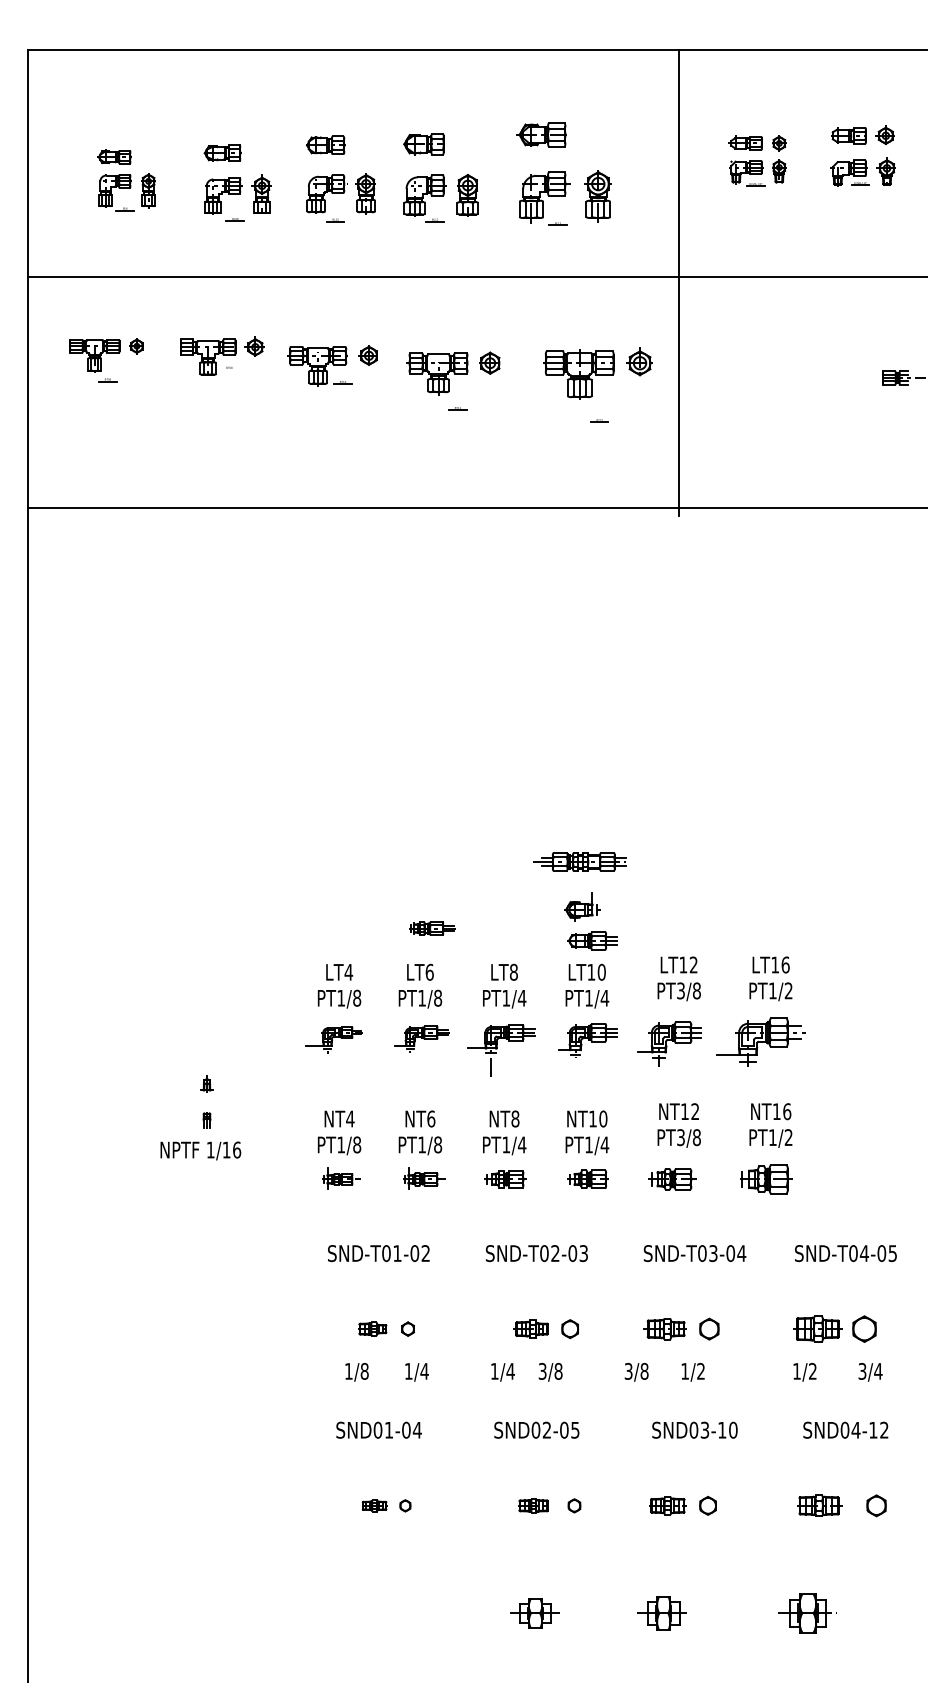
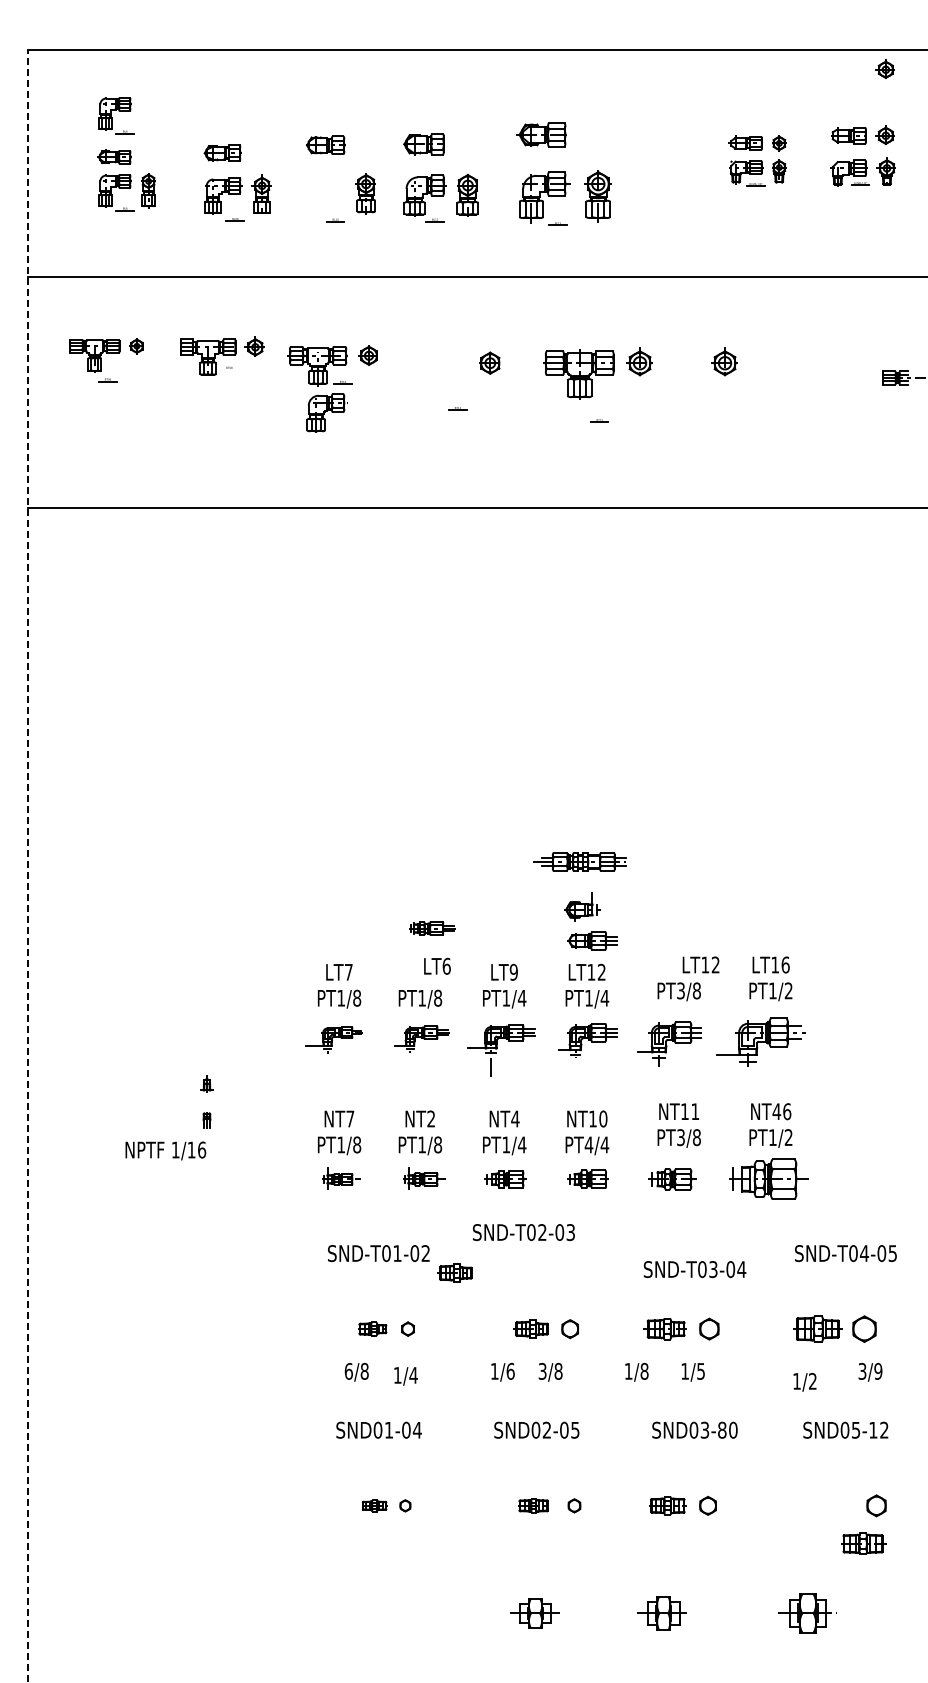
part at (884, 68): none -> present
part at (116, 115): none -> present
part at (326, 193) position: (326, 193) -> (326, 412)
line at (678, 282): present -> none
part at (724, 361): none -> present
part at (437, 373): present -> none
line at (28, 866): solid -> dashed
text at (678, 964) position: (678, 964) -> (700, 964)
text at (420, 971) position: (420, 971) -> (437, 965)
text at (601, 971): LT10 -> LT12
text at (348, 972): LT4 -> LT7
text at (513, 972): LT8 -> LT9
text at (694, 1111): NT12 -> NT11
text at (776, 1111): NT16 -> NT46
text at (350, 1118): NT4 -> NT7
text at (431, 1118): NT6 -> NT2
text at (515, 1118): NT8 -> NT4
text at (588, 1144): PT1/4 -> PT4/4
text at (200, 1150) position: (200, 1150) -> (165, 1150)
part at (766, 1179) size: 53x31 px -> 80x42 px
text at (536, 1253) position: (536, 1253) -> (523, 1232)
text at (694, 1253) position: (694, 1253) -> (694, 1269)
part at (454, 1272): none -> present
text at (510, 1370): 1/4 -> 1/6
text at (628, 1370): 3/8 -> 1/8
text at (700, 1370): 1/2 -> 1/5
text at (348, 1371): 1/8 -> 6/8
text at (878, 1371): 3/4 -> 3/9
text at (416, 1372) position: (416, 1372) -> (405, 1376)
text at (804, 1372) position: (804, 1372) -> (804, 1382)
text at (722, 1429): SND03-10 -> SND03-80
text at (855, 1430): SND04-12 -> SND05-12
part at (819, 1505) position: (819, 1505) -> (863, 1543)
